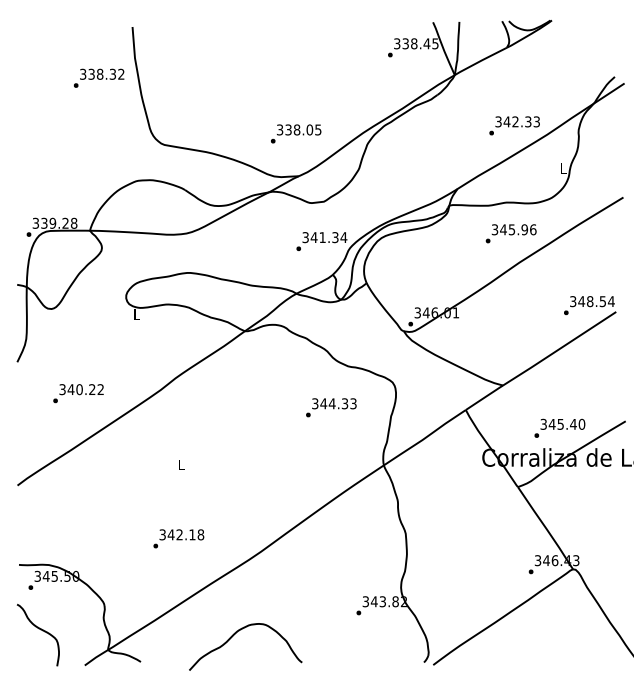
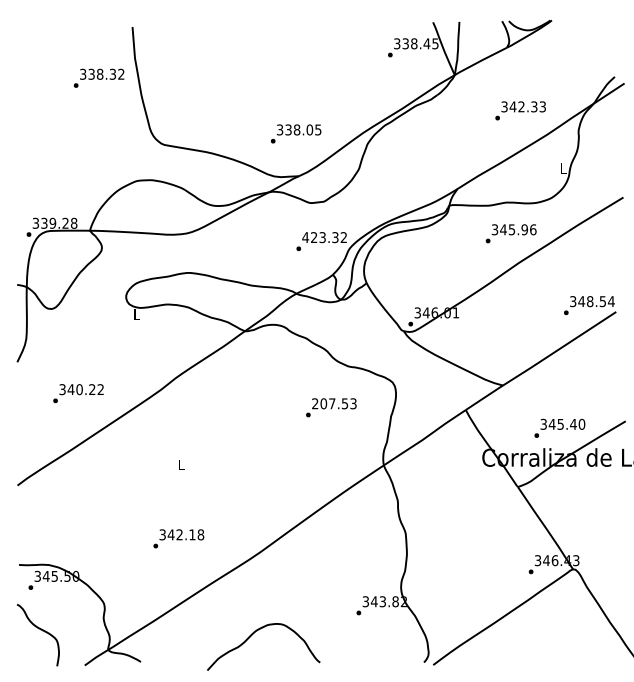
text at (514, 125) position: (514, 125) -> (520, 110)
text at (324, 237): 341.34 -> 423.32
text at (330, 403): 344.33 -> 207.53
curve at (234, 635) position: (234, 635) -> (252, 635)
